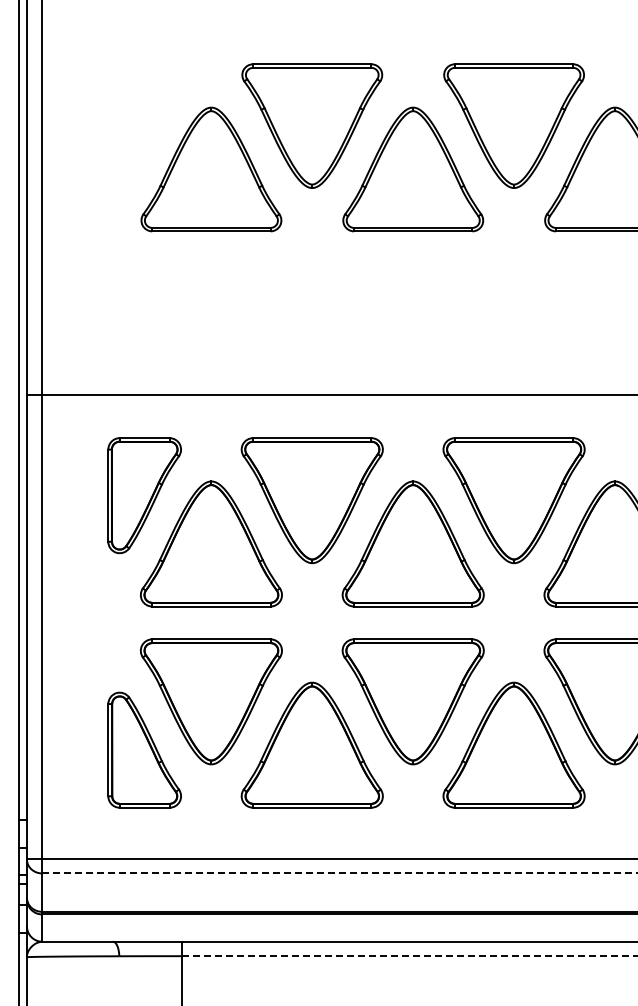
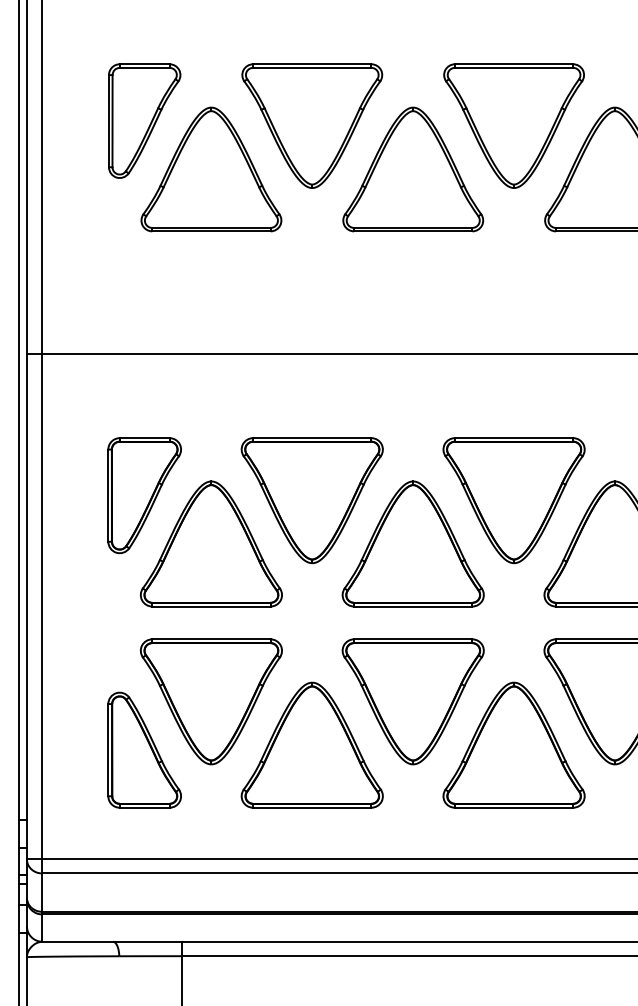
part at (144, 120): none -> present
line at (330, 394) position: (330, 394) -> (330, 353)
line at (340, 873): dashed -> solid
line at (409, 956): dashed -> solid
